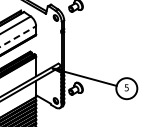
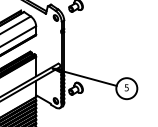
line at (18, 36): dashed -> solid
